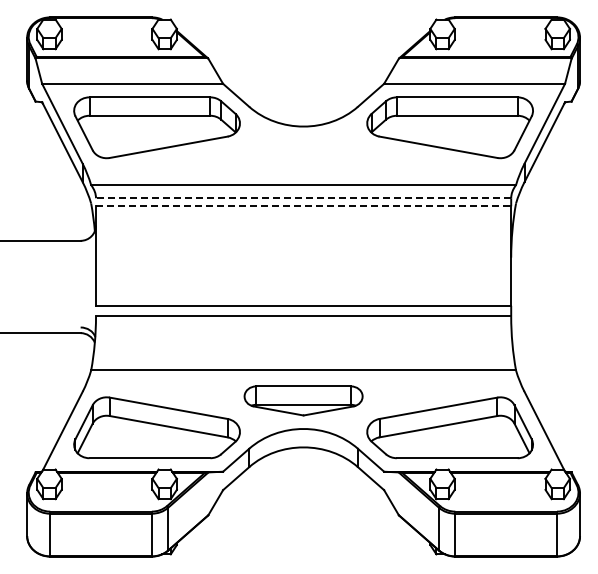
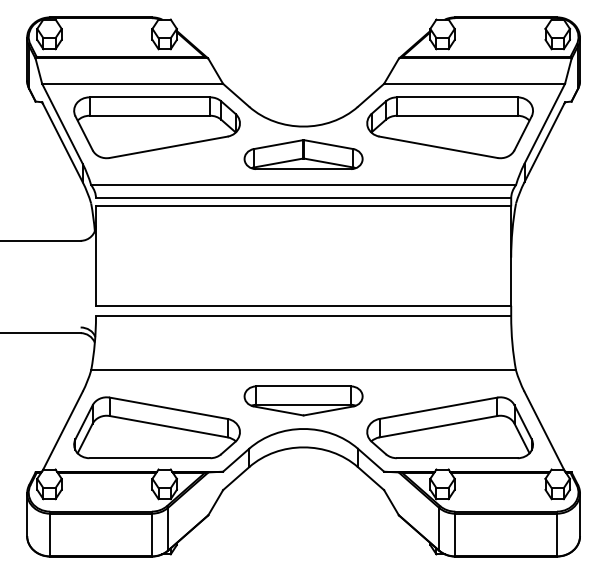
part at (303, 154): none -> present
line at (303, 198): dashed -> solid
line at (303, 206): dashed -> solid
